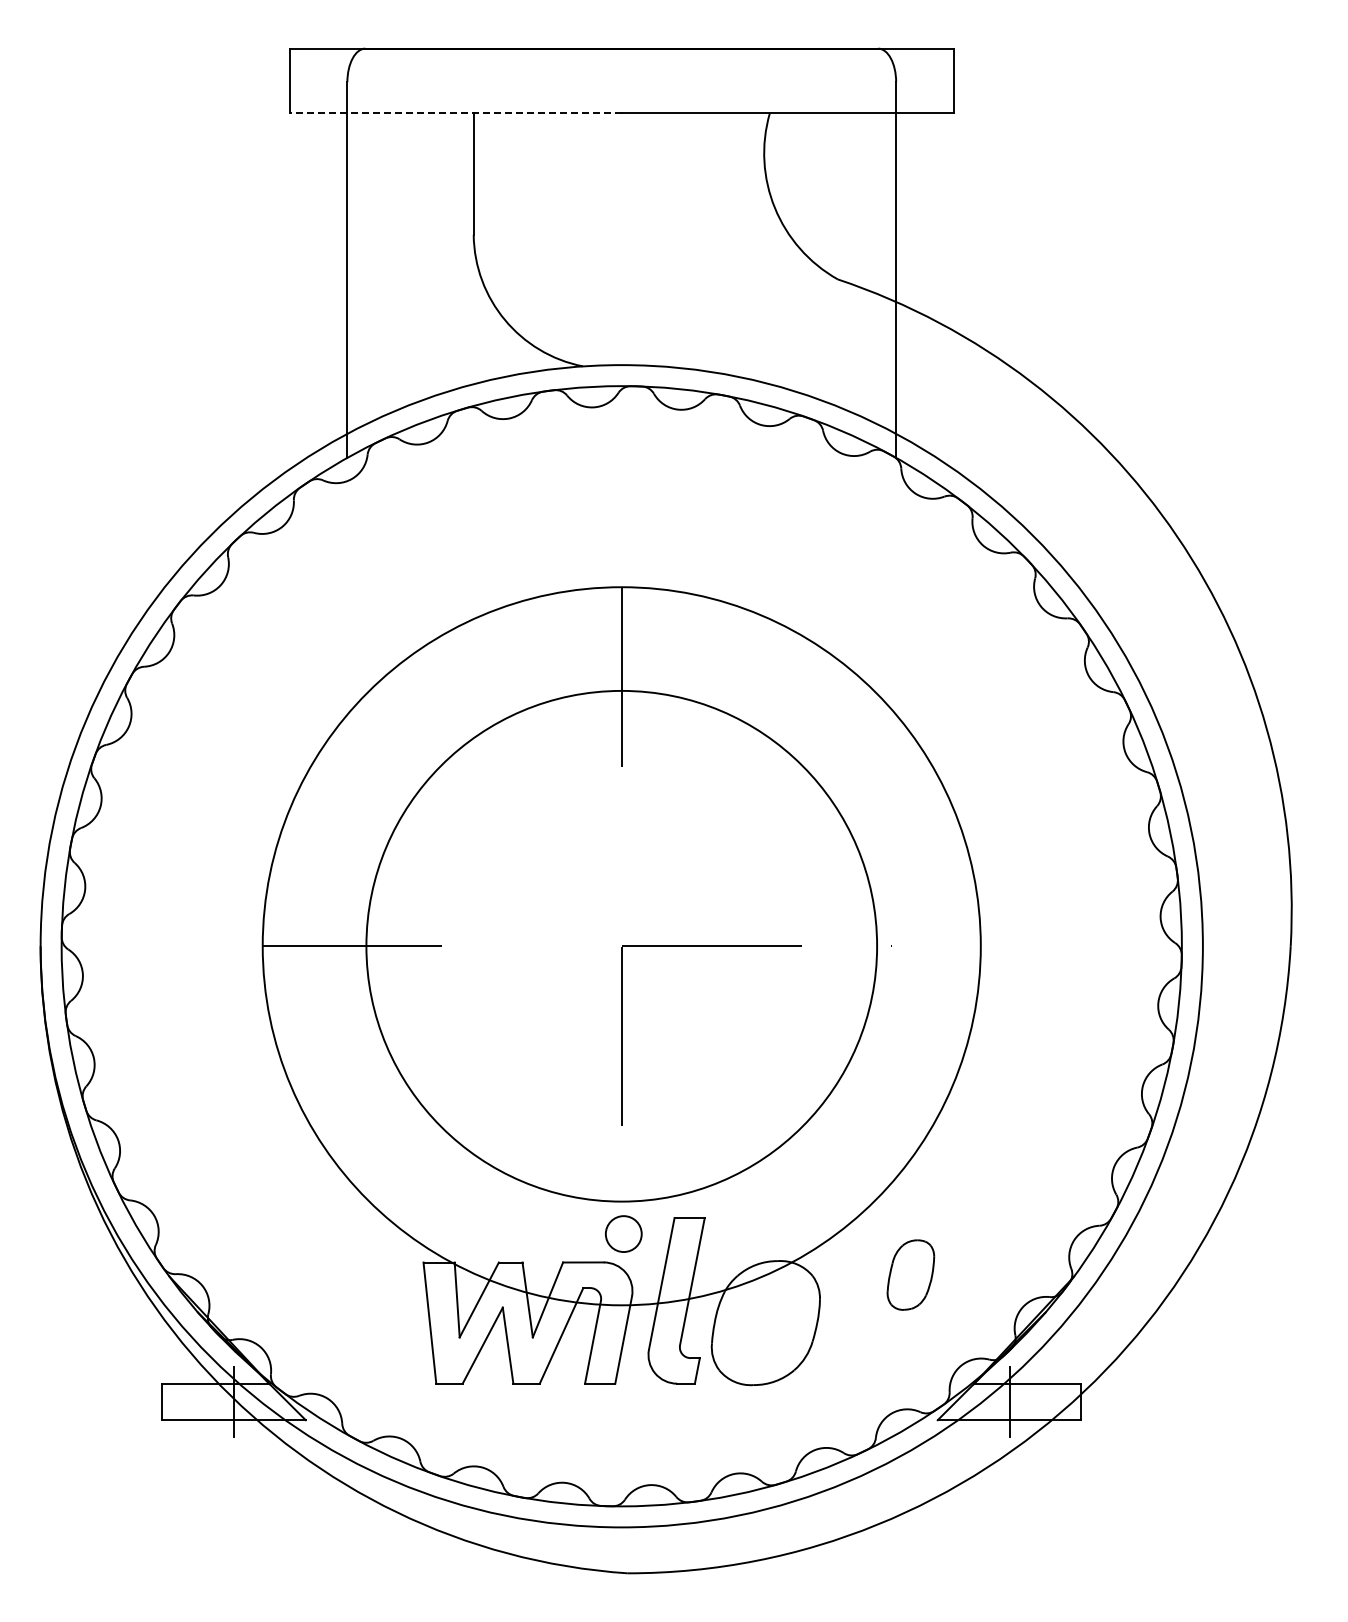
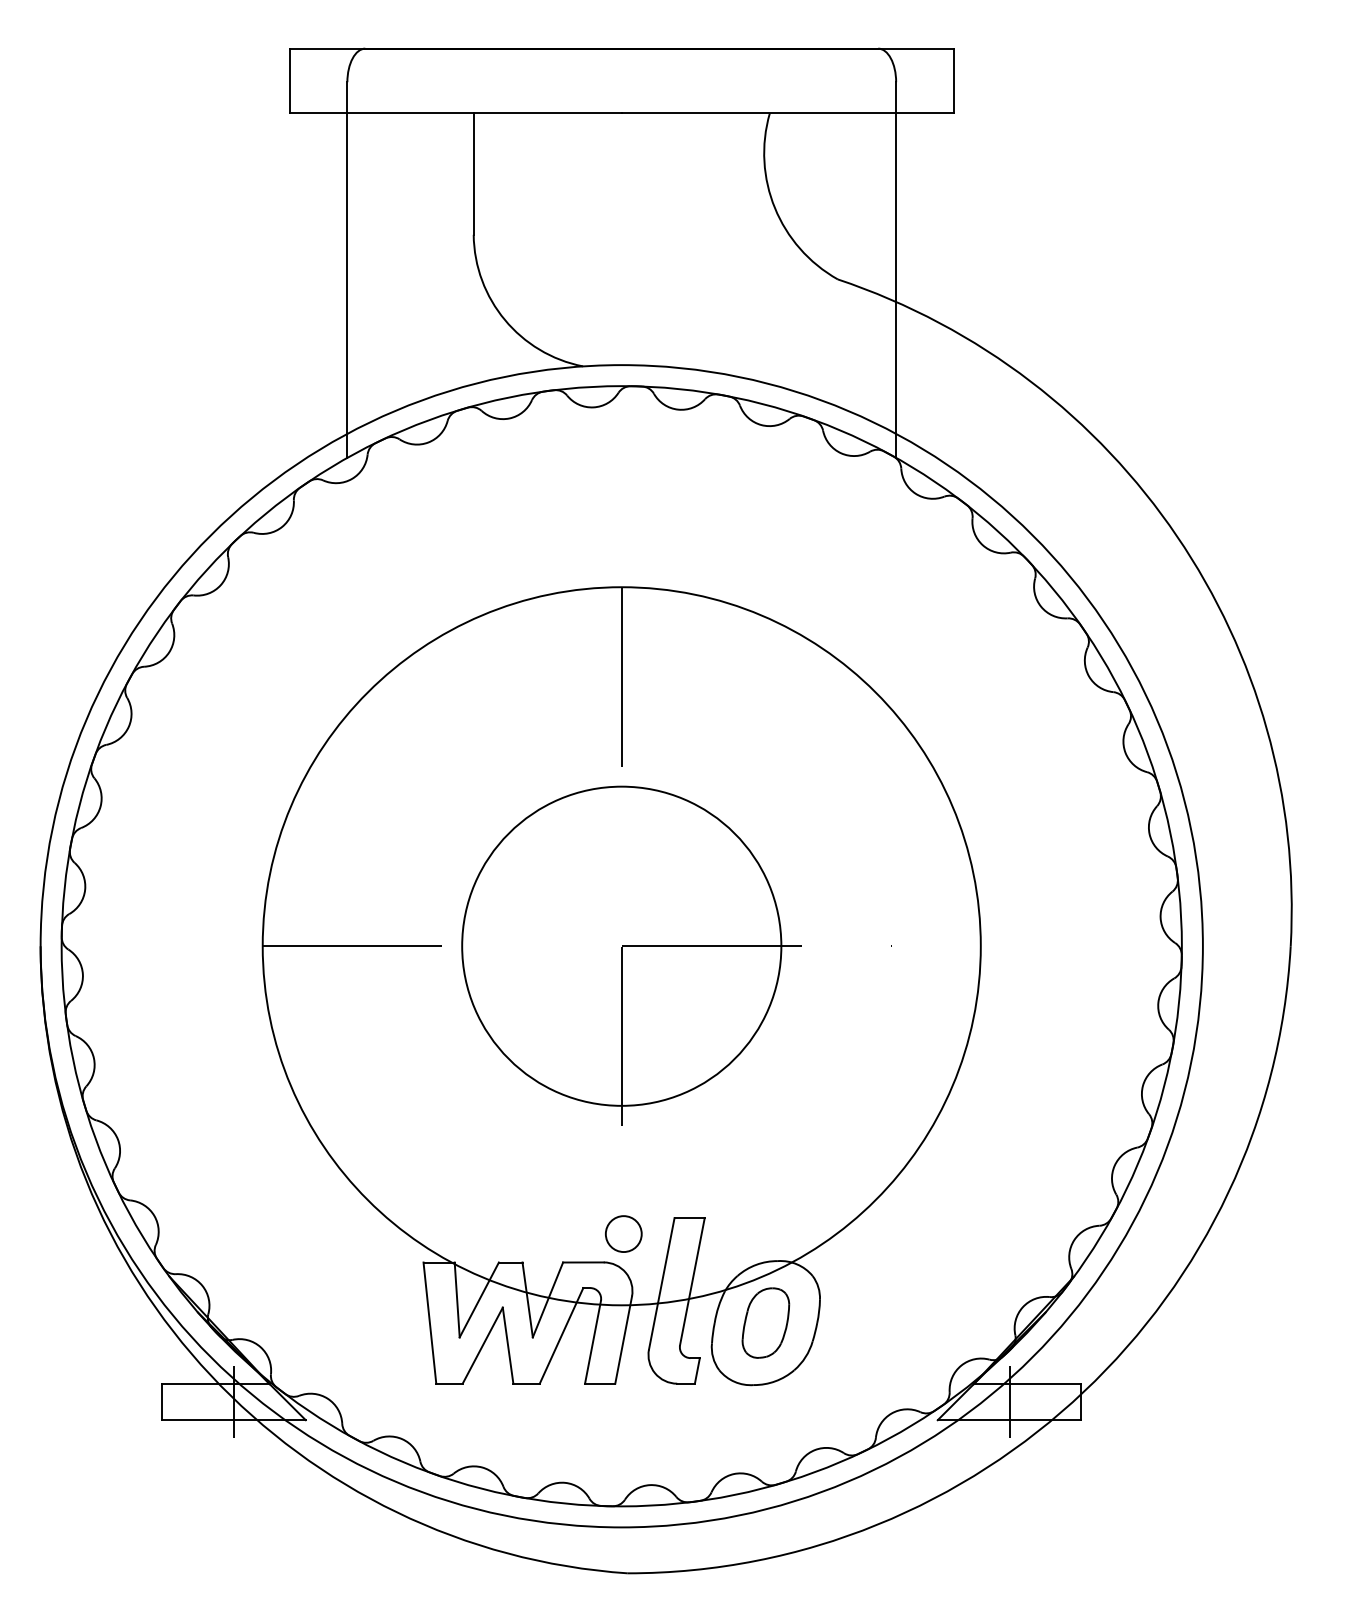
line at (455, 113): dashed -> solid
circle at (621, 945) diameter: 511 px -> 319 px
part at (910, 1274) position: (910, 1274) -> (765, 1322)
